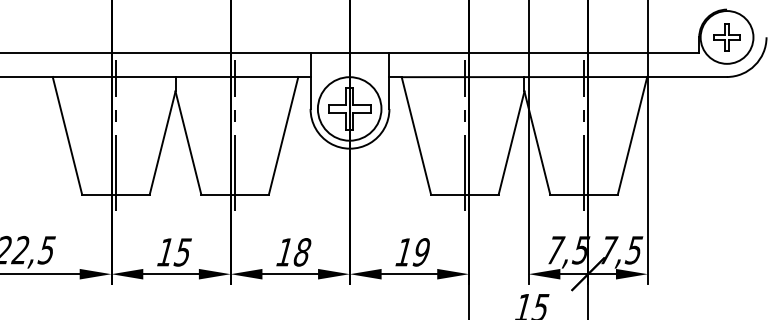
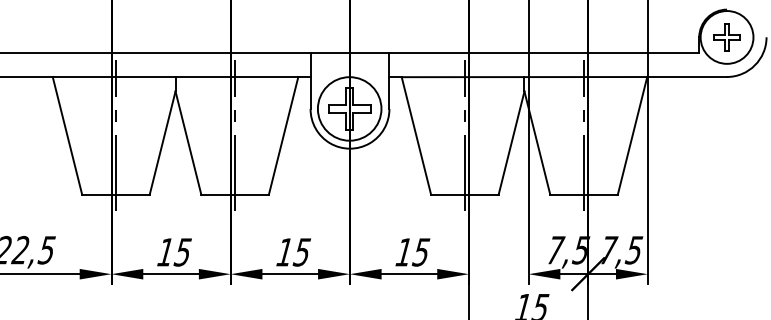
text at (301, 252): 18 -> 15
text at (420, 252): 19 -> 15
